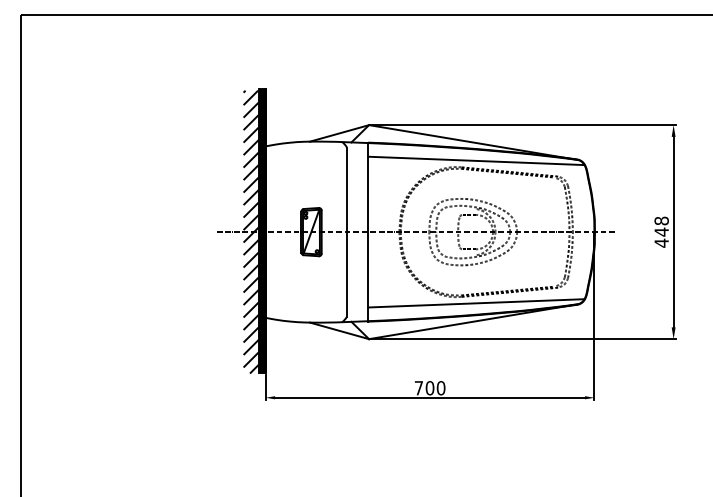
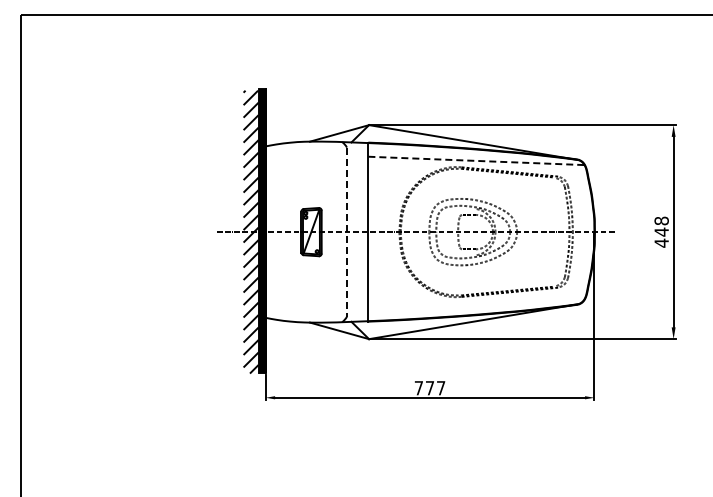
line at (476, 160): solid -> dashed
line at (346, 232): solid -> dashed
line at (476, 303): present -> none
text at (435, 388): 700 -> 777
